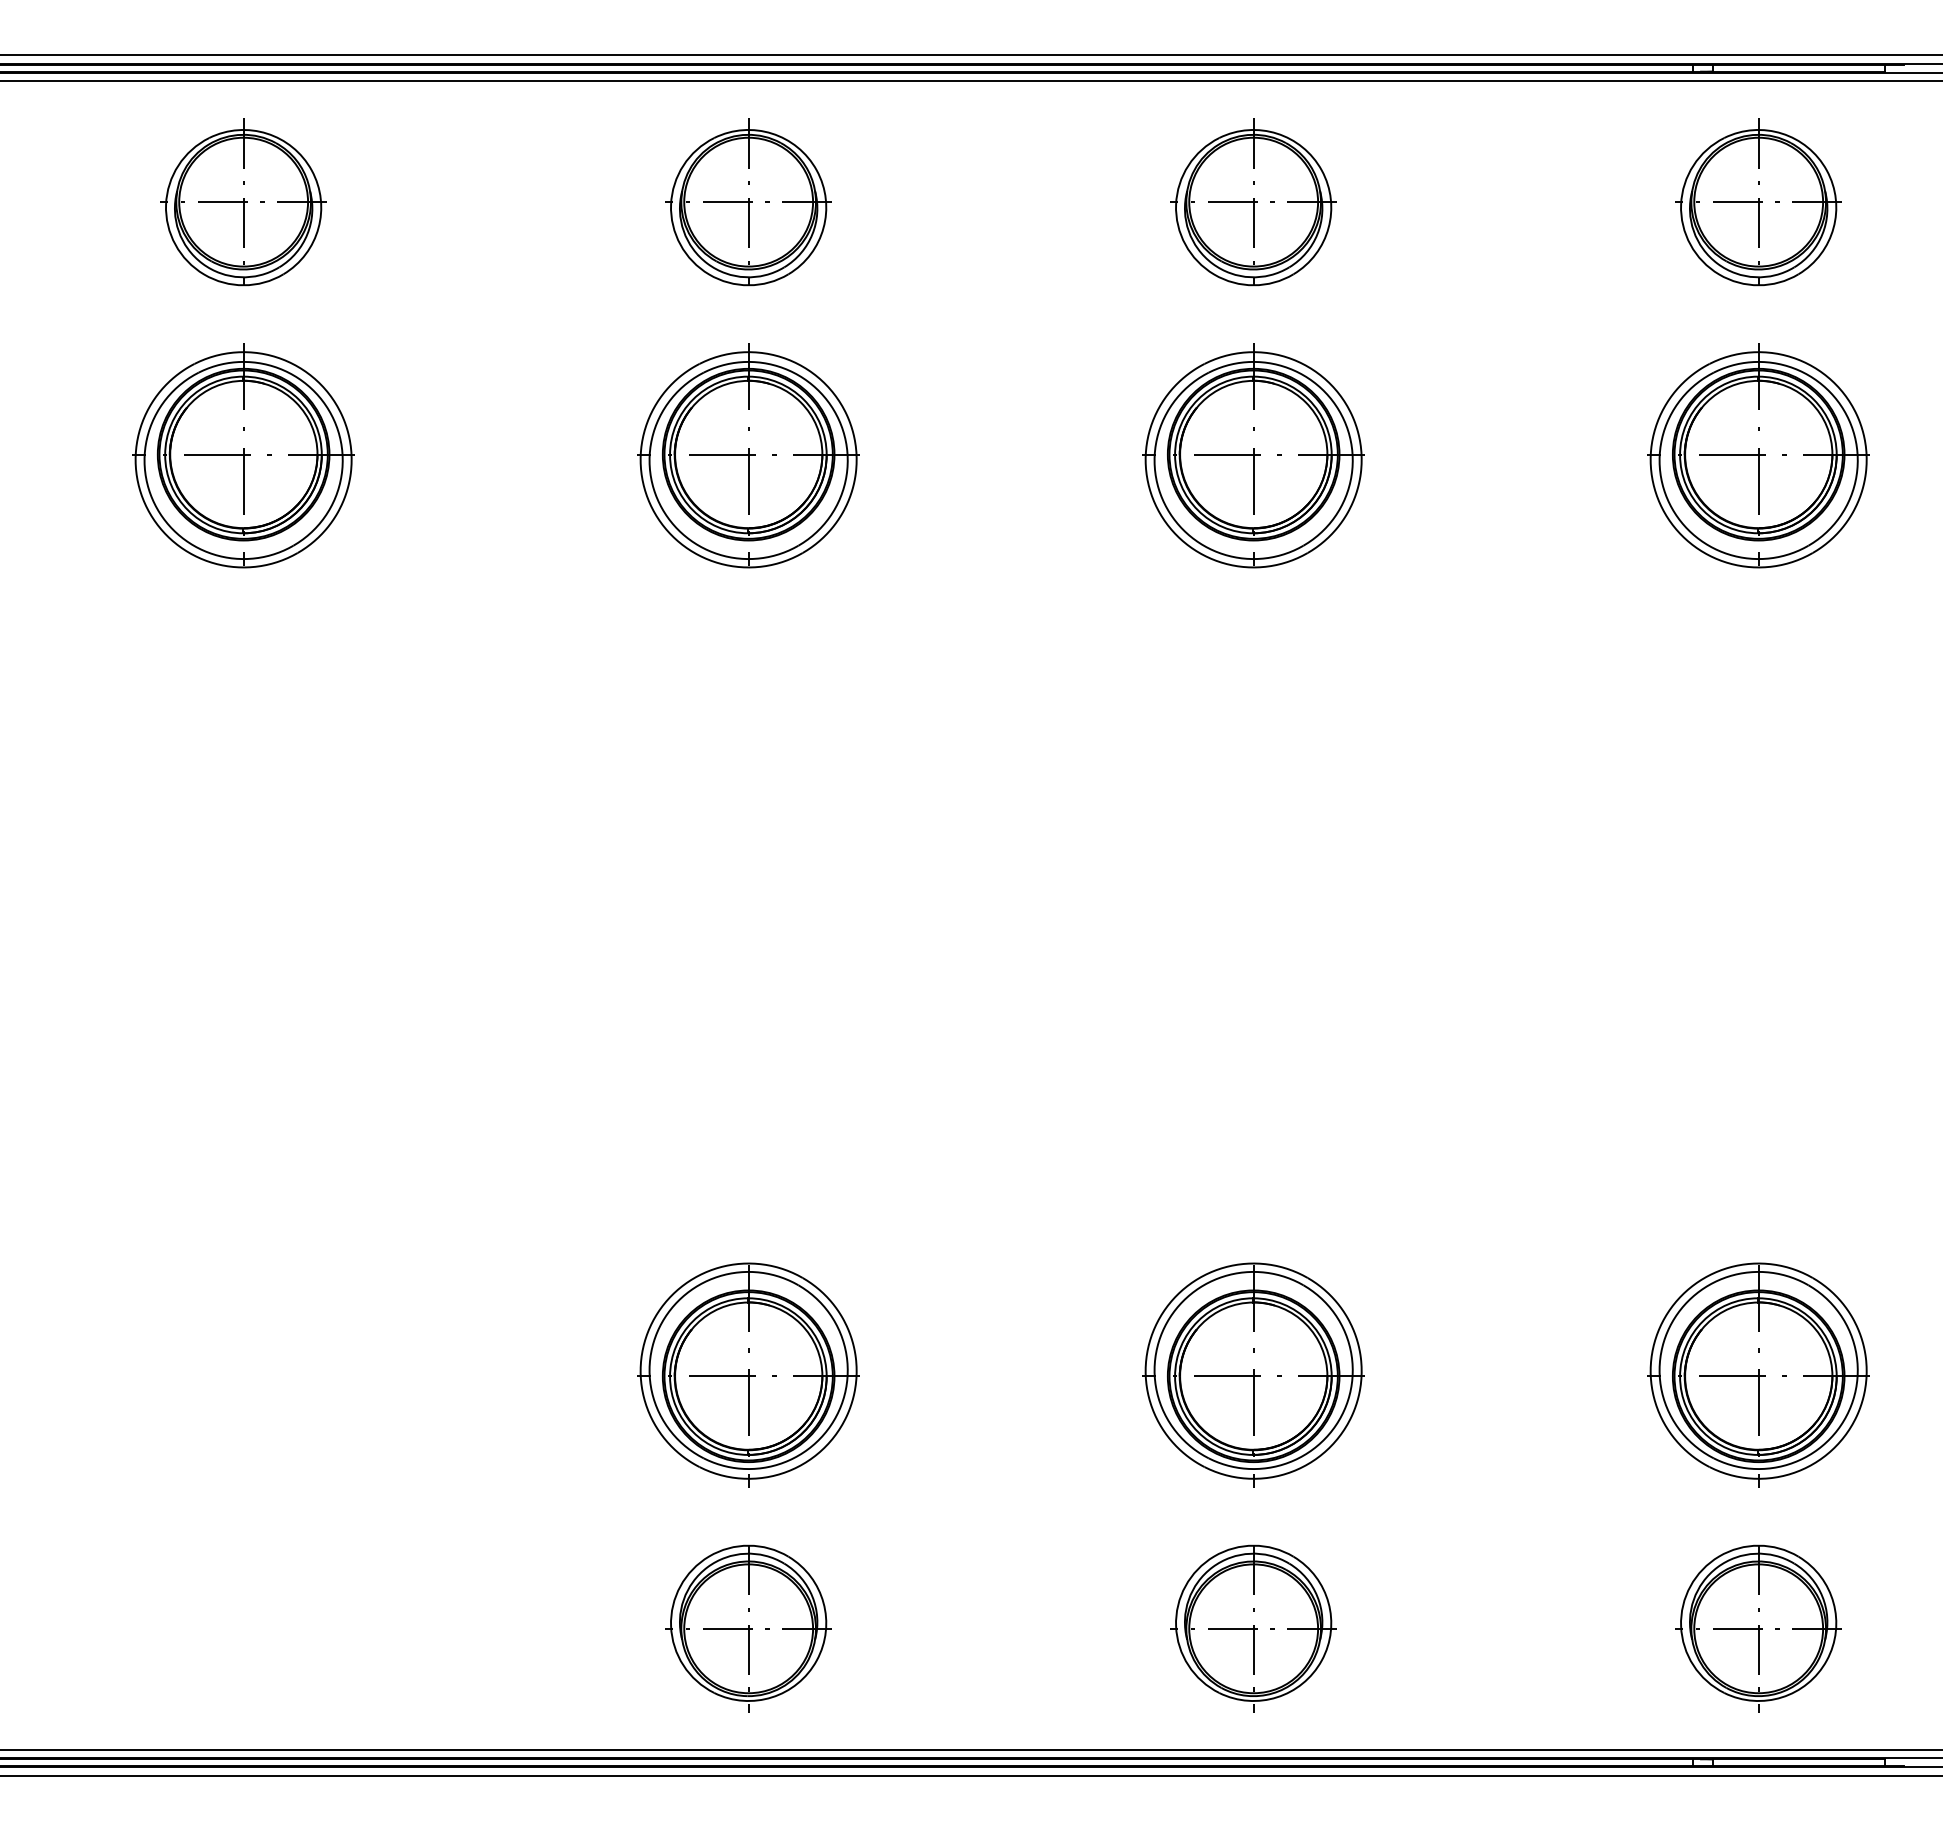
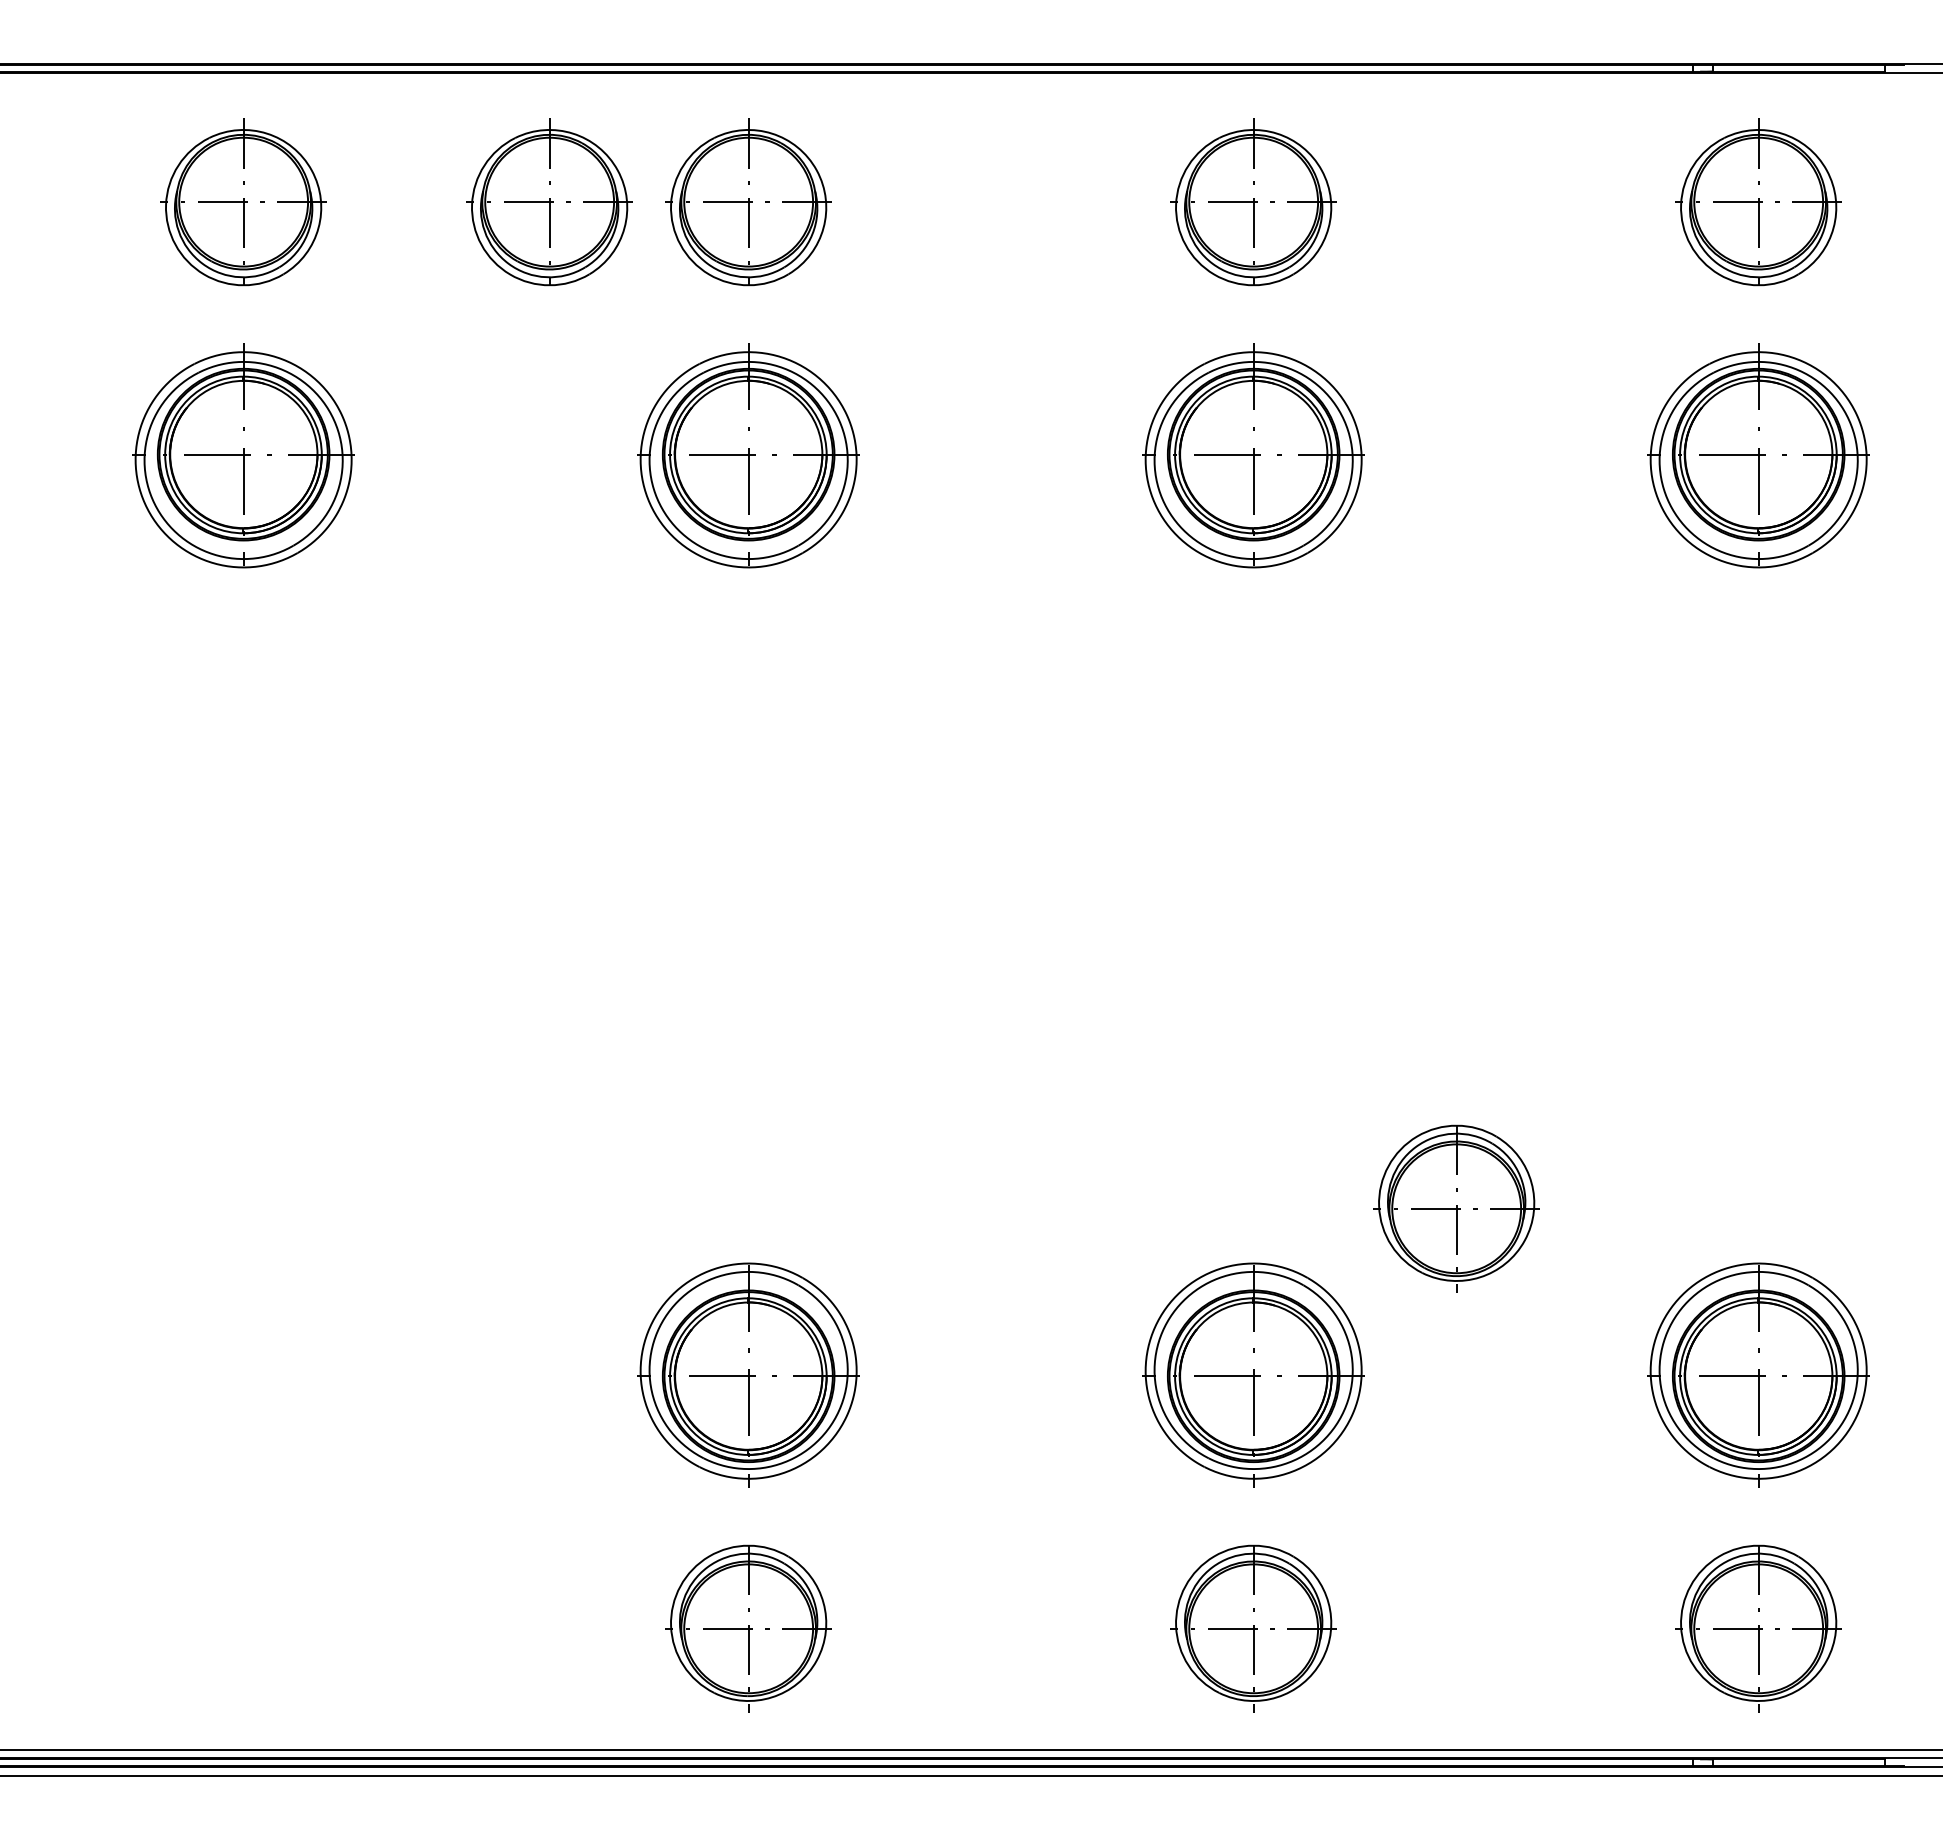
line at (970, 54): present -> none
line at (970, 80): present -> none
part at (549, 202): none -> present
part at (1456, 1208): none -> present
